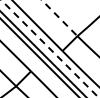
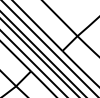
line at (59, 18): dashed -> solid
line at (50, 49): dashed -> solid
line at (33, 63): none -> present
